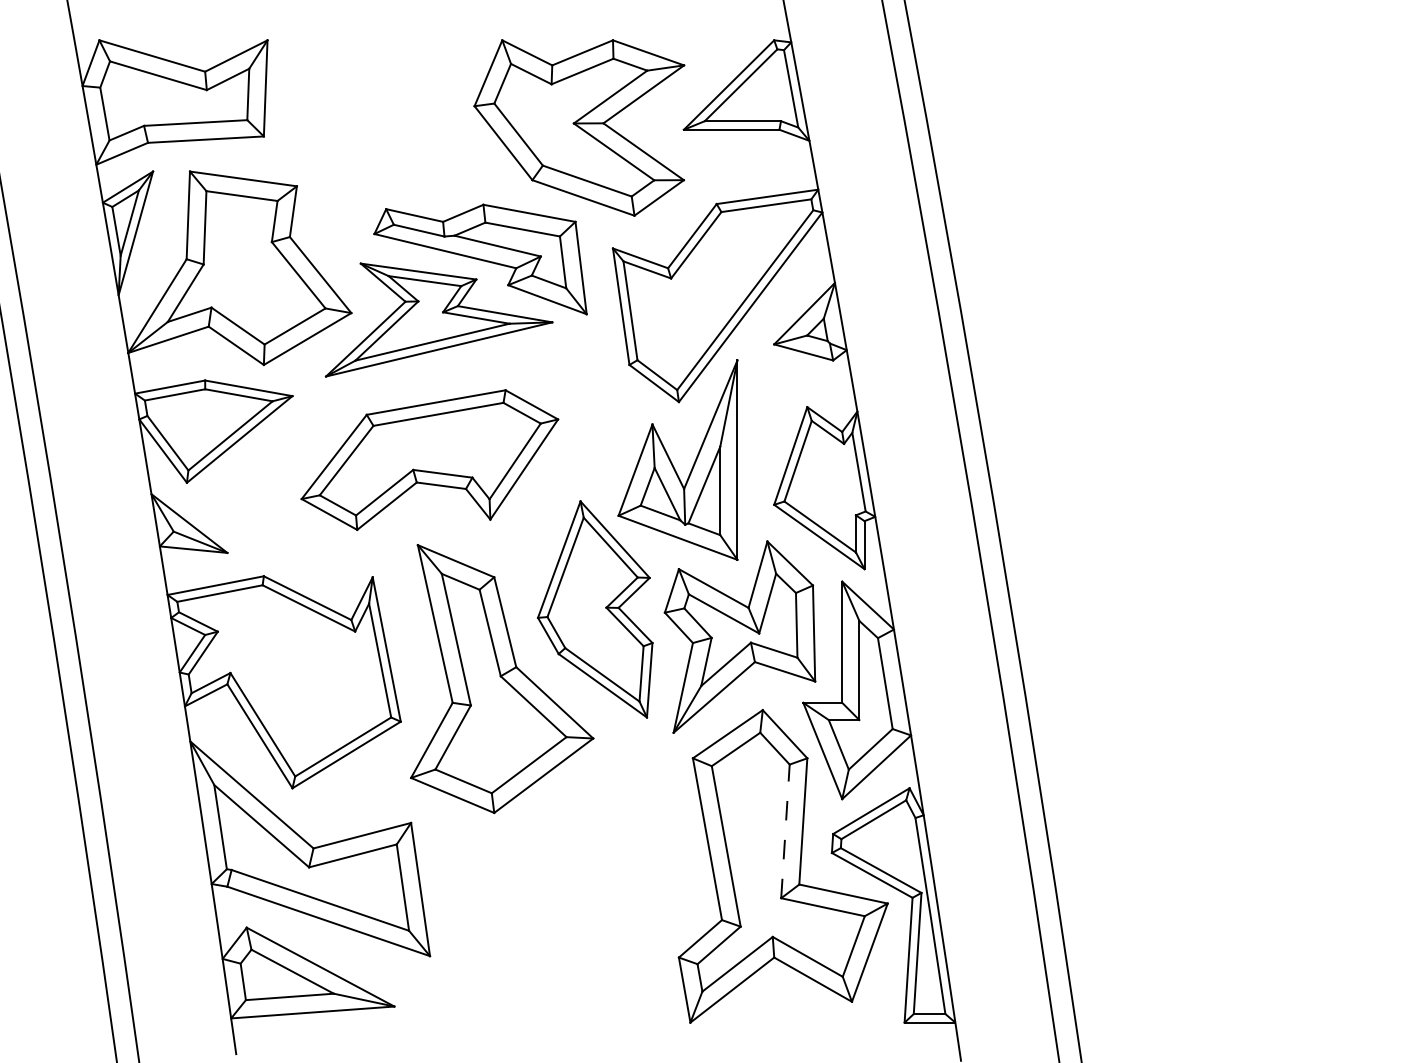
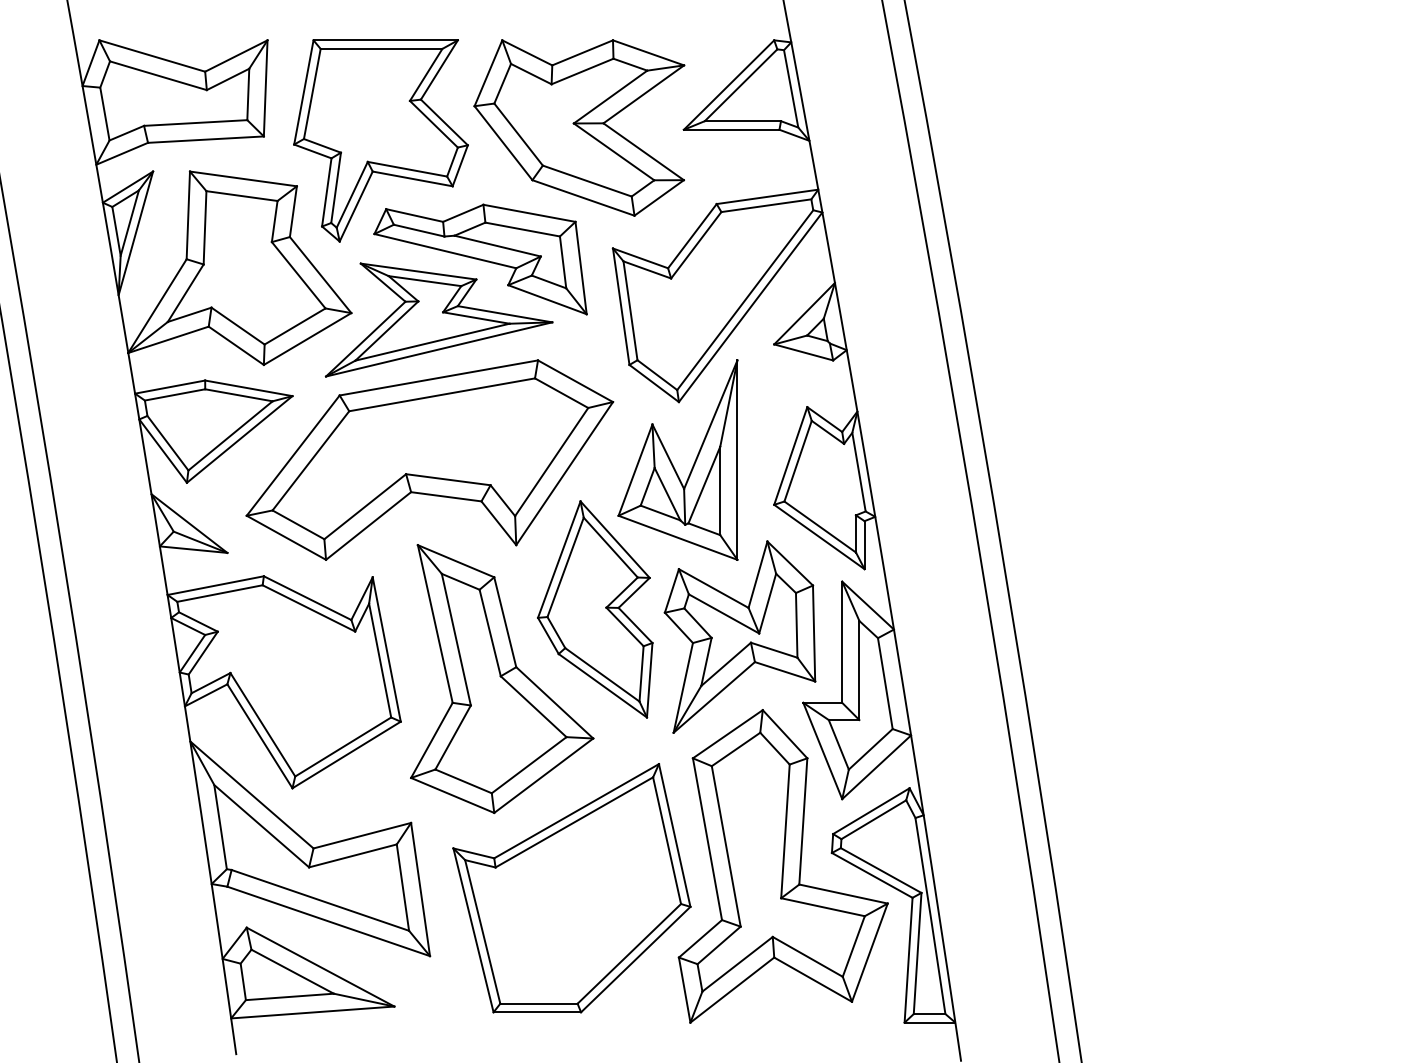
part at (380, 140): none -> present
part at (429, 459) size: 260x142 px -> 370x202 px
line at (785, 831): dashed -> solid
part at (571, 888): none -> present
